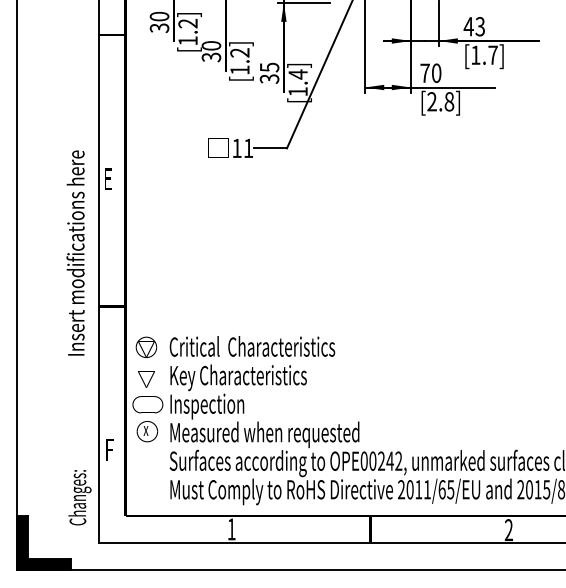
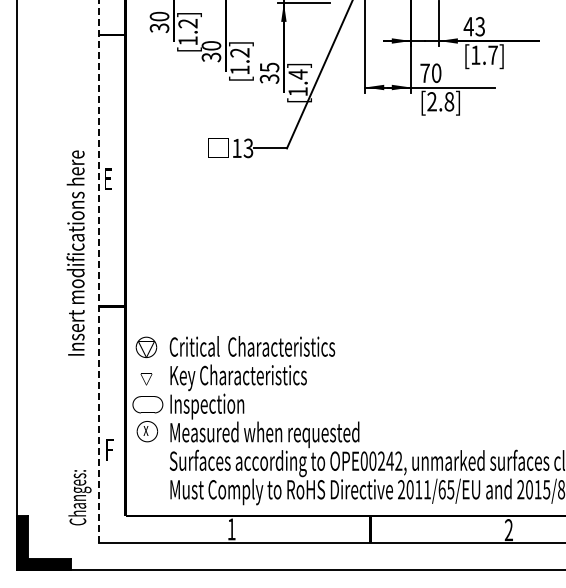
text at (248, 148): 11 -> 13
line at (98, 271): solid -> dashed
part at (146, 379) size: 17x17 px -> 13x13 px
